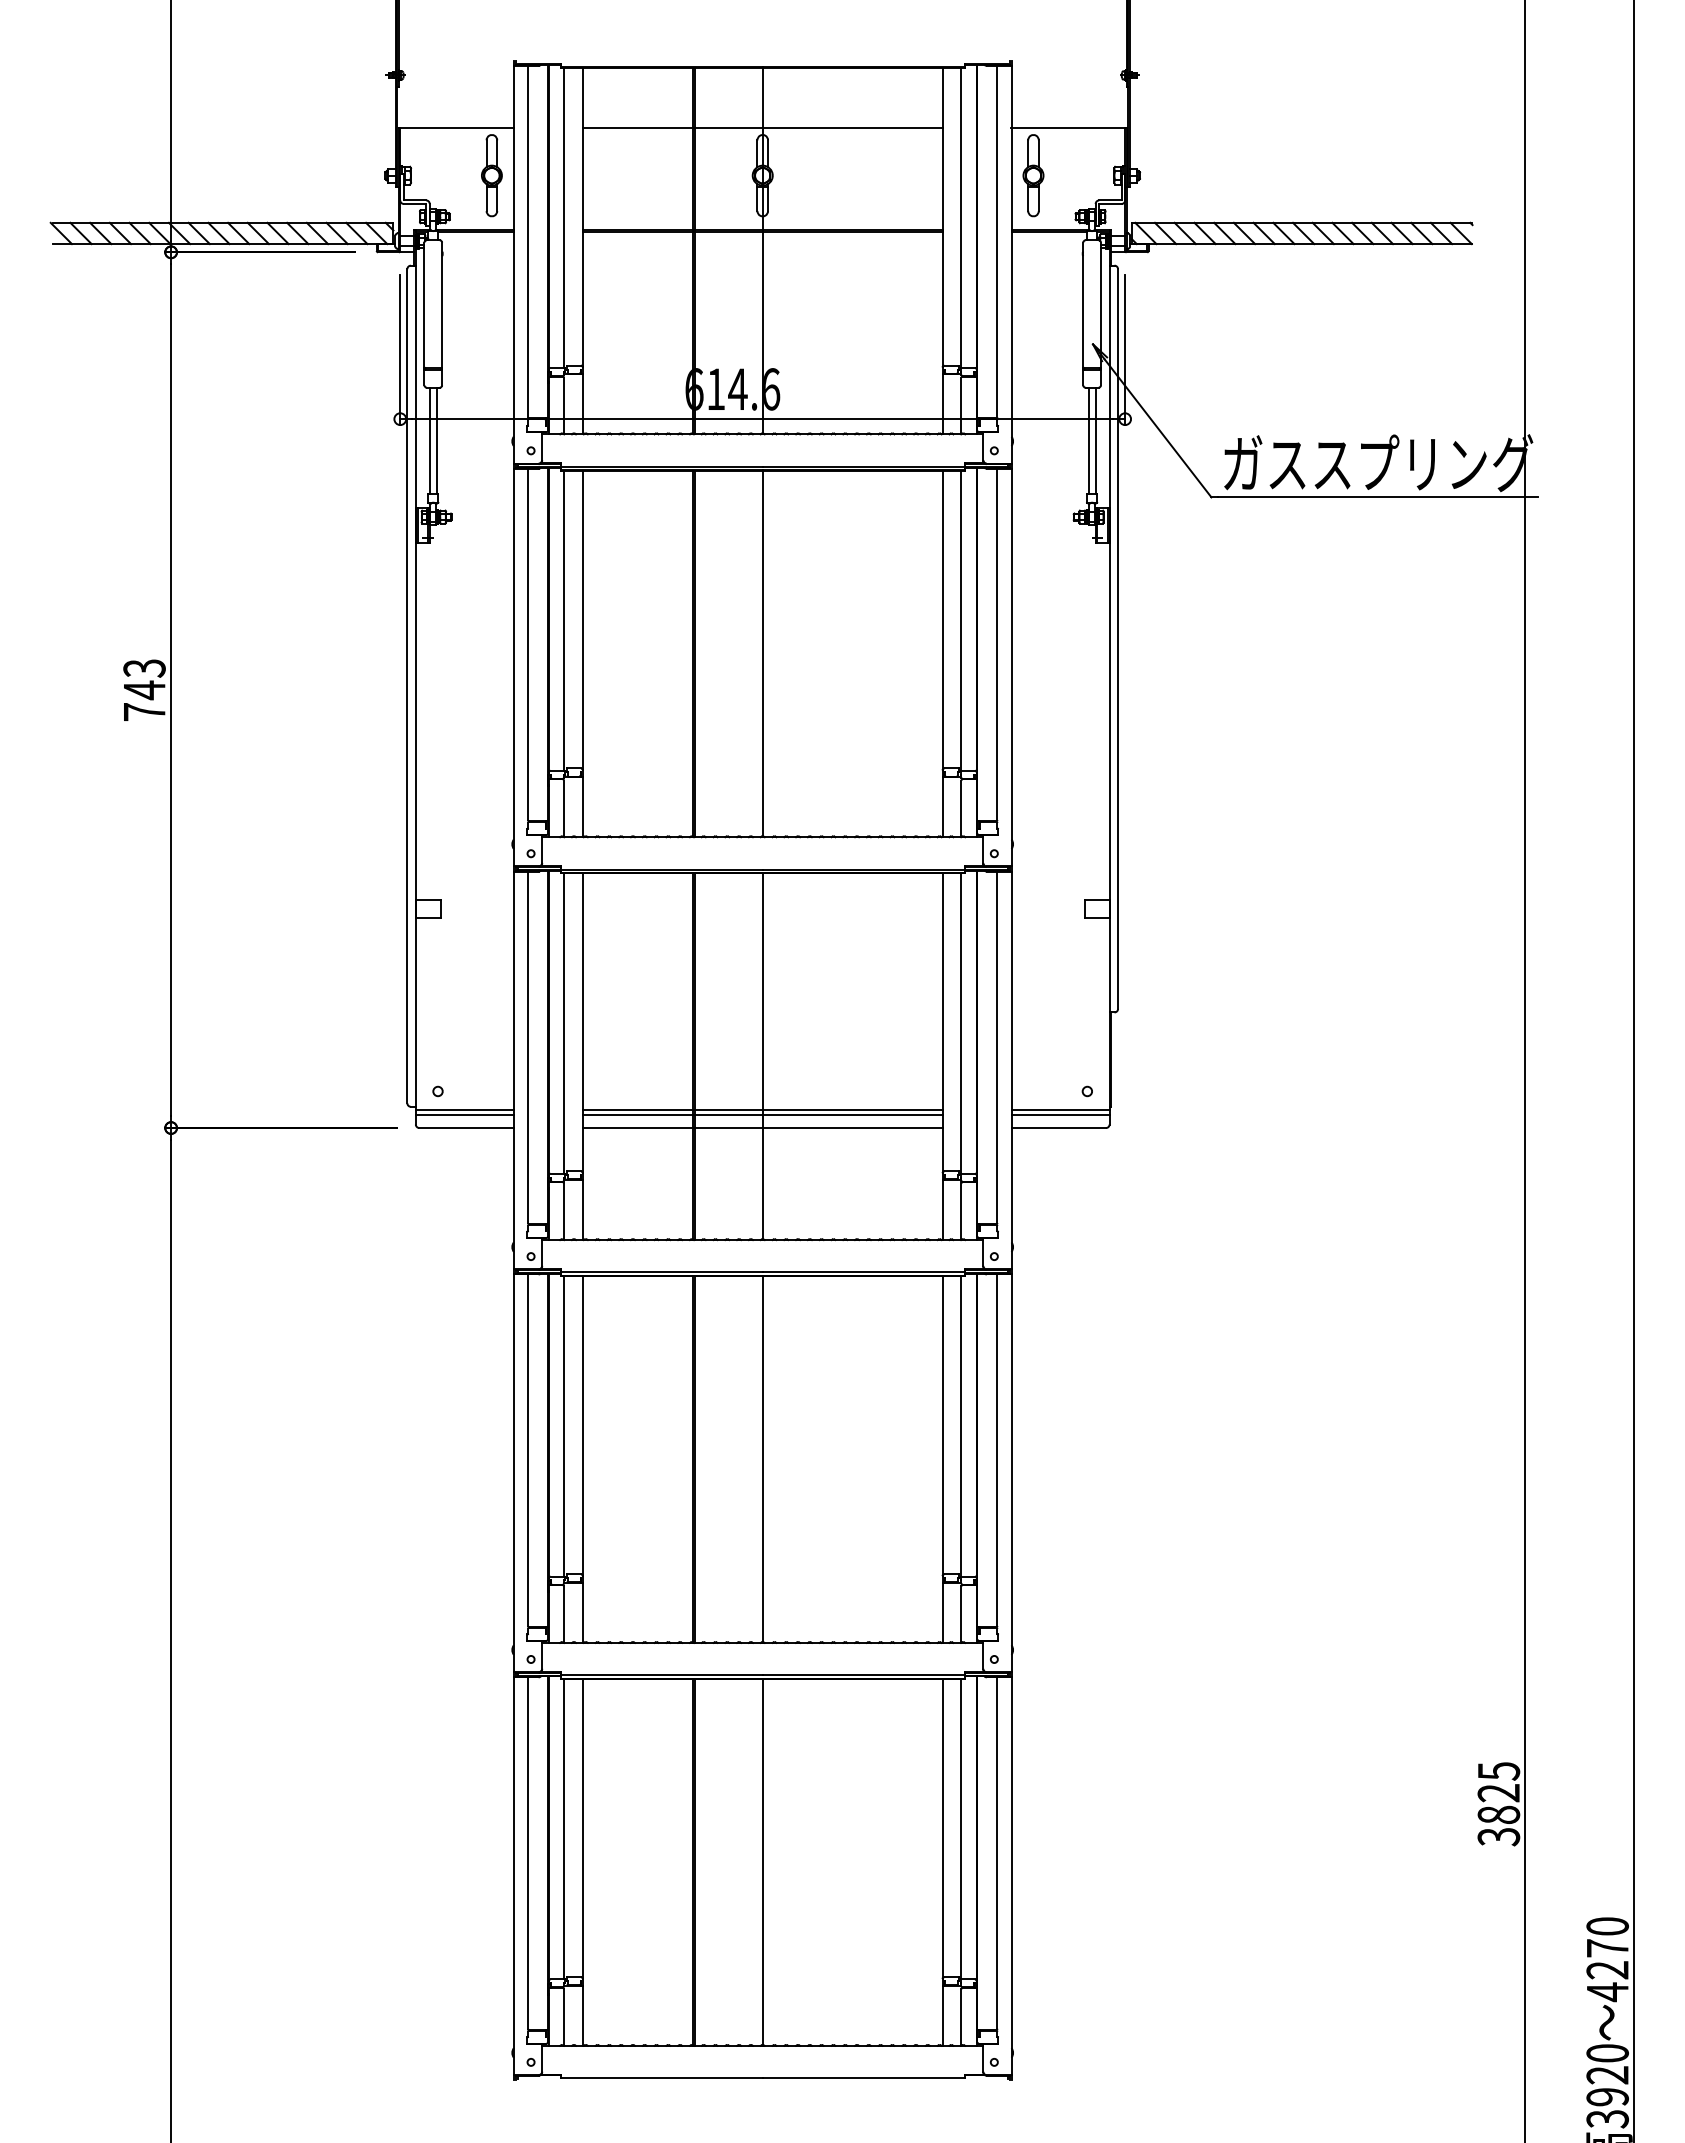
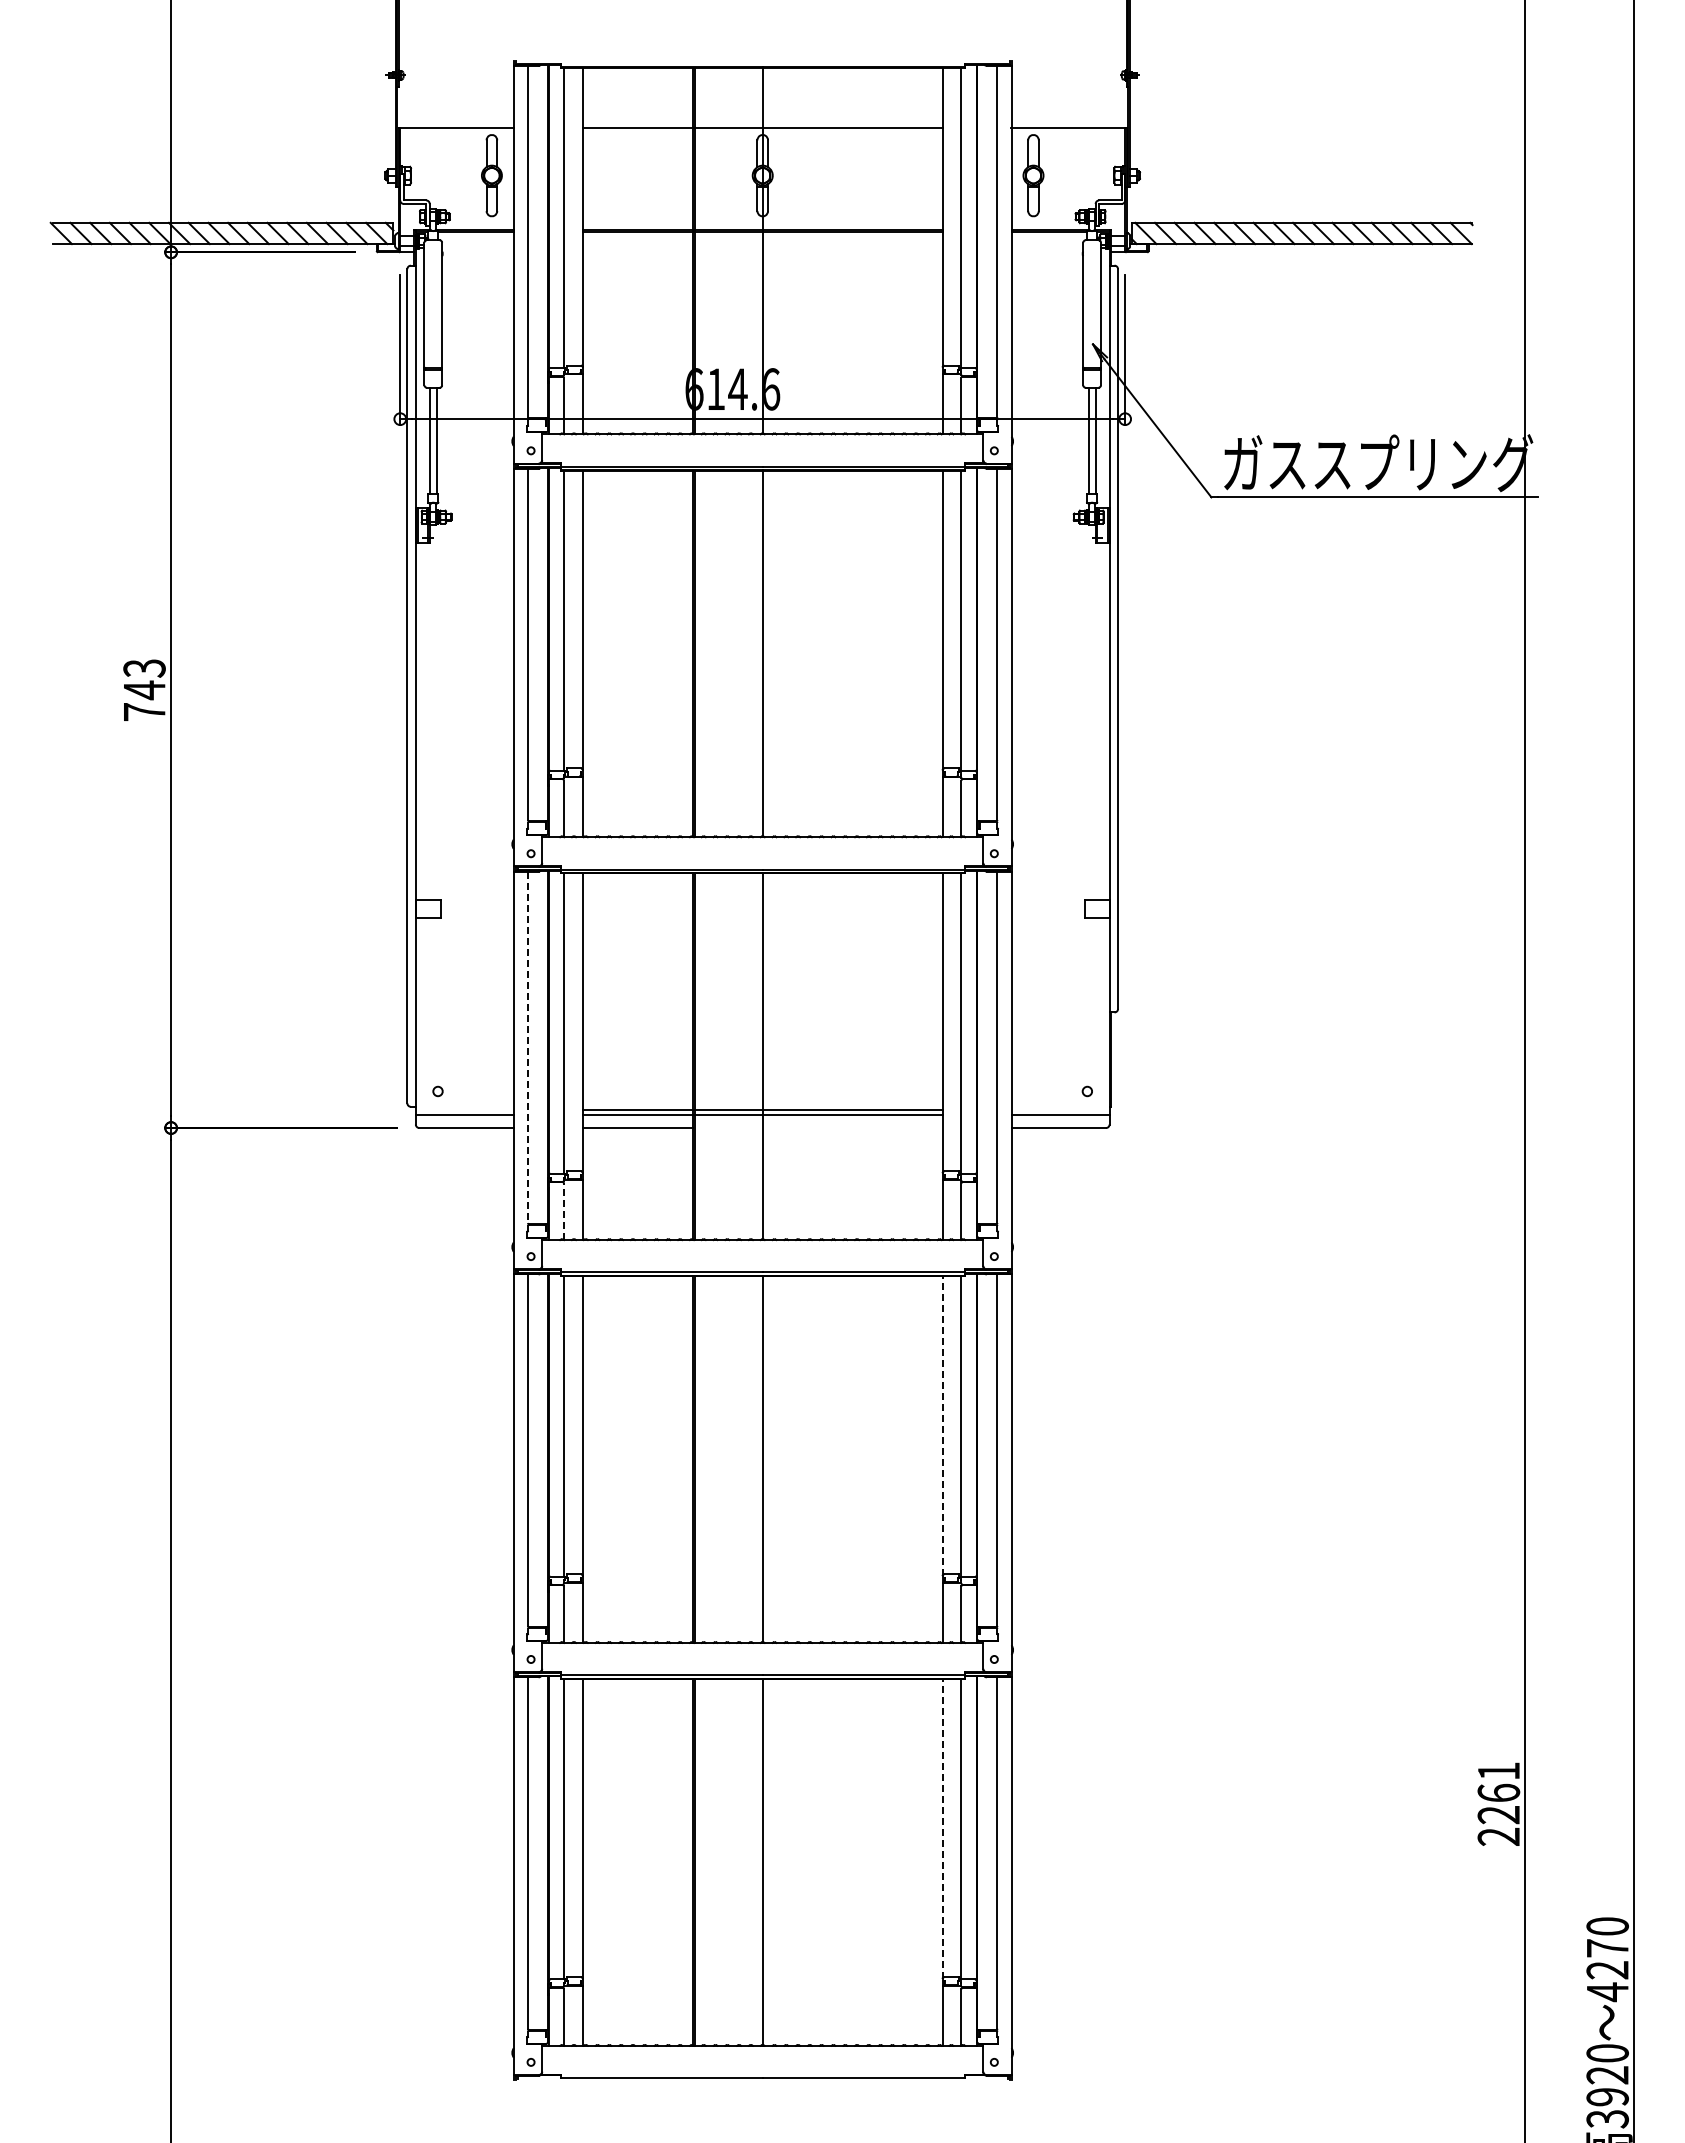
line at (528, 1047): solid -> dashed
line at (464, 1110): present -> none
line at (1060, 1110): present -> none
line at (818, 1128): present -> none
line at (563, 1211): solid -> dashed
line at (942, 1426): solid -> dashed
text at (1498, 1804): 3825 -> 2261
line at (942, 1829): solid -> dashed
